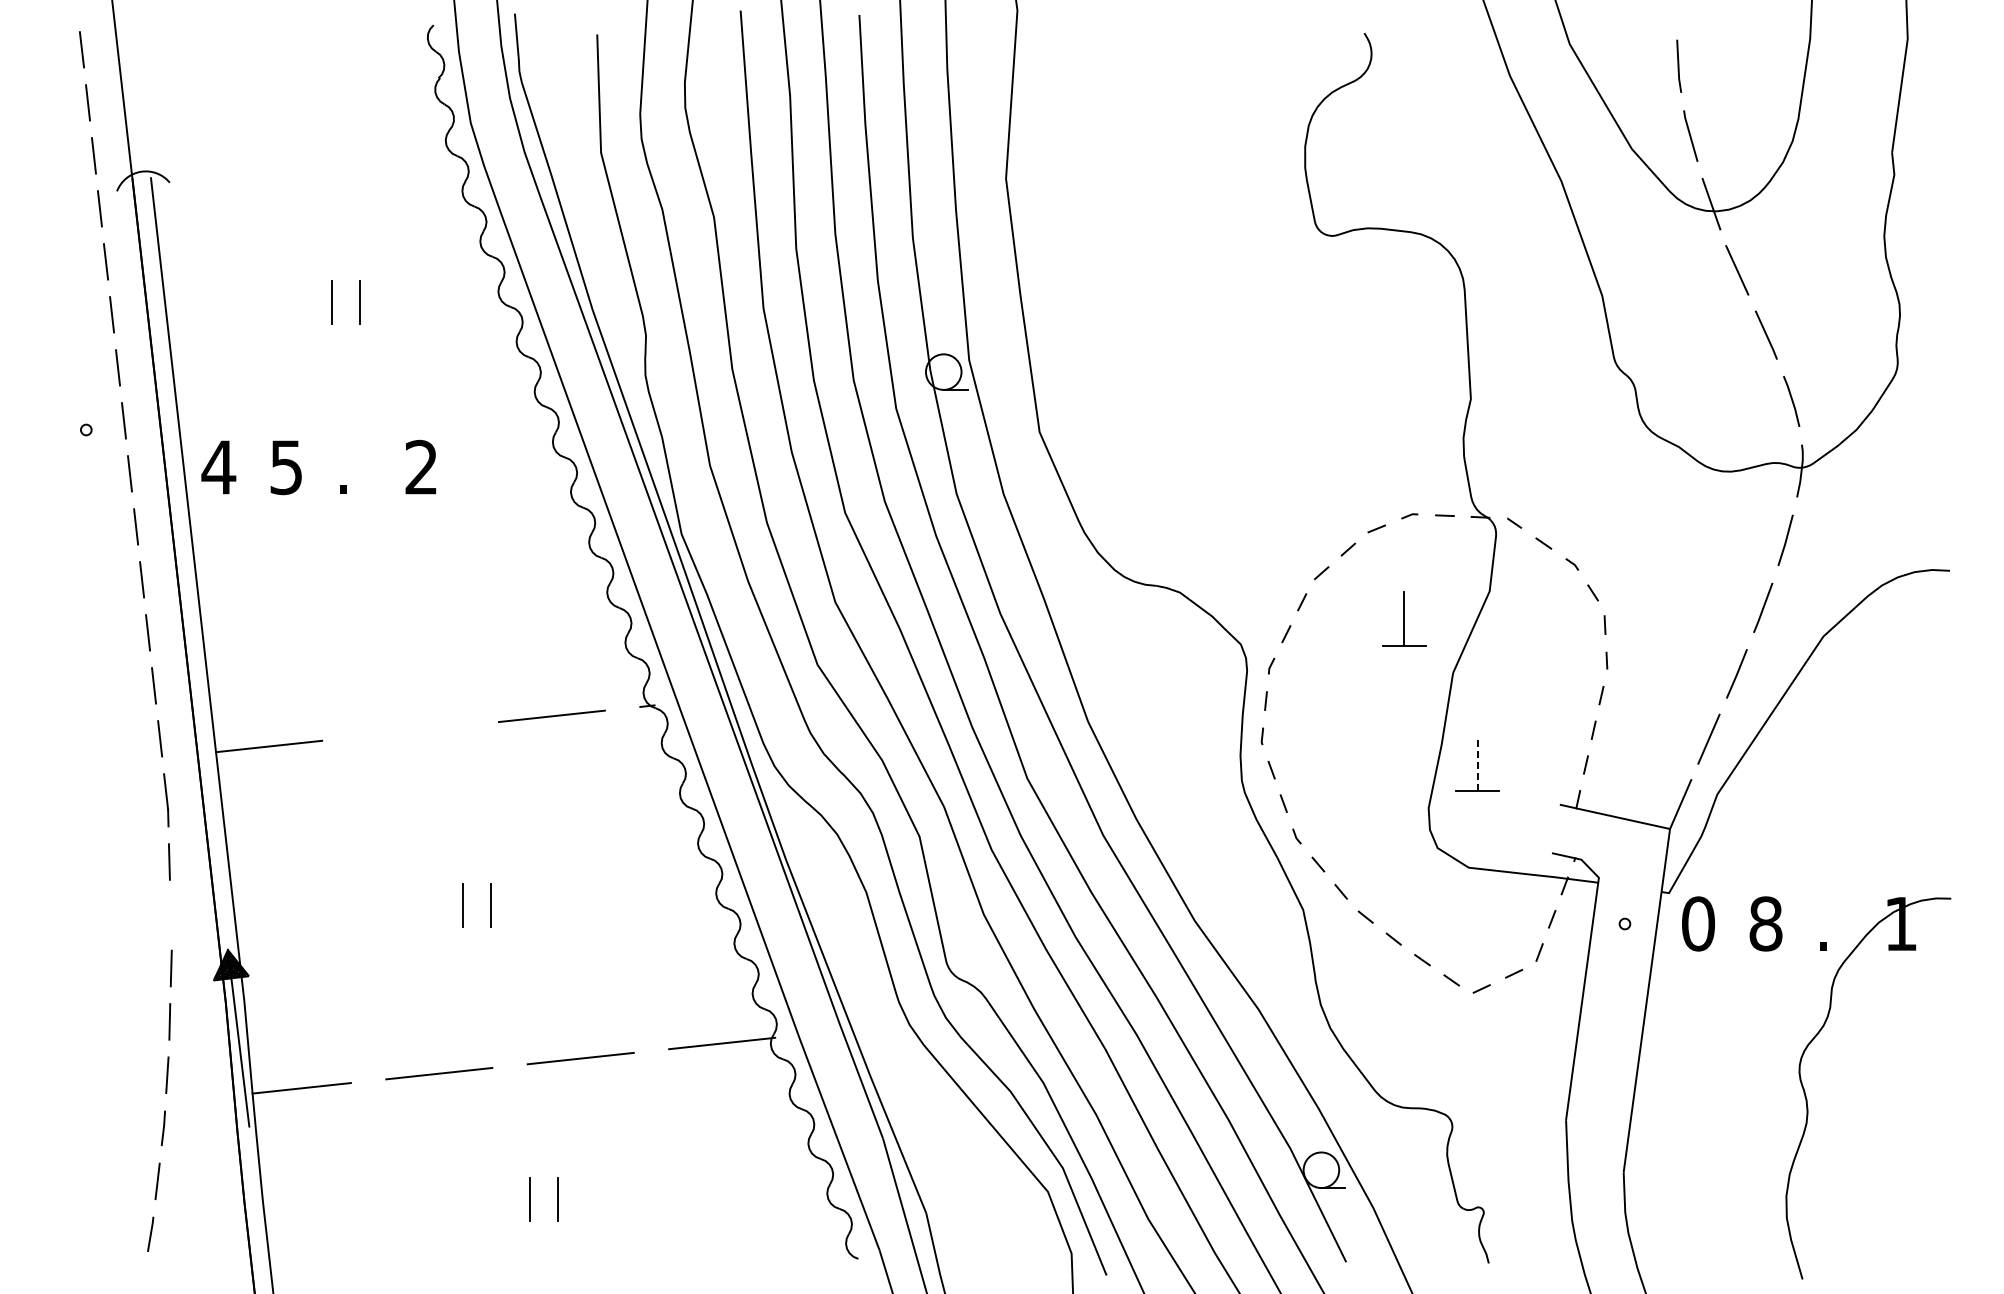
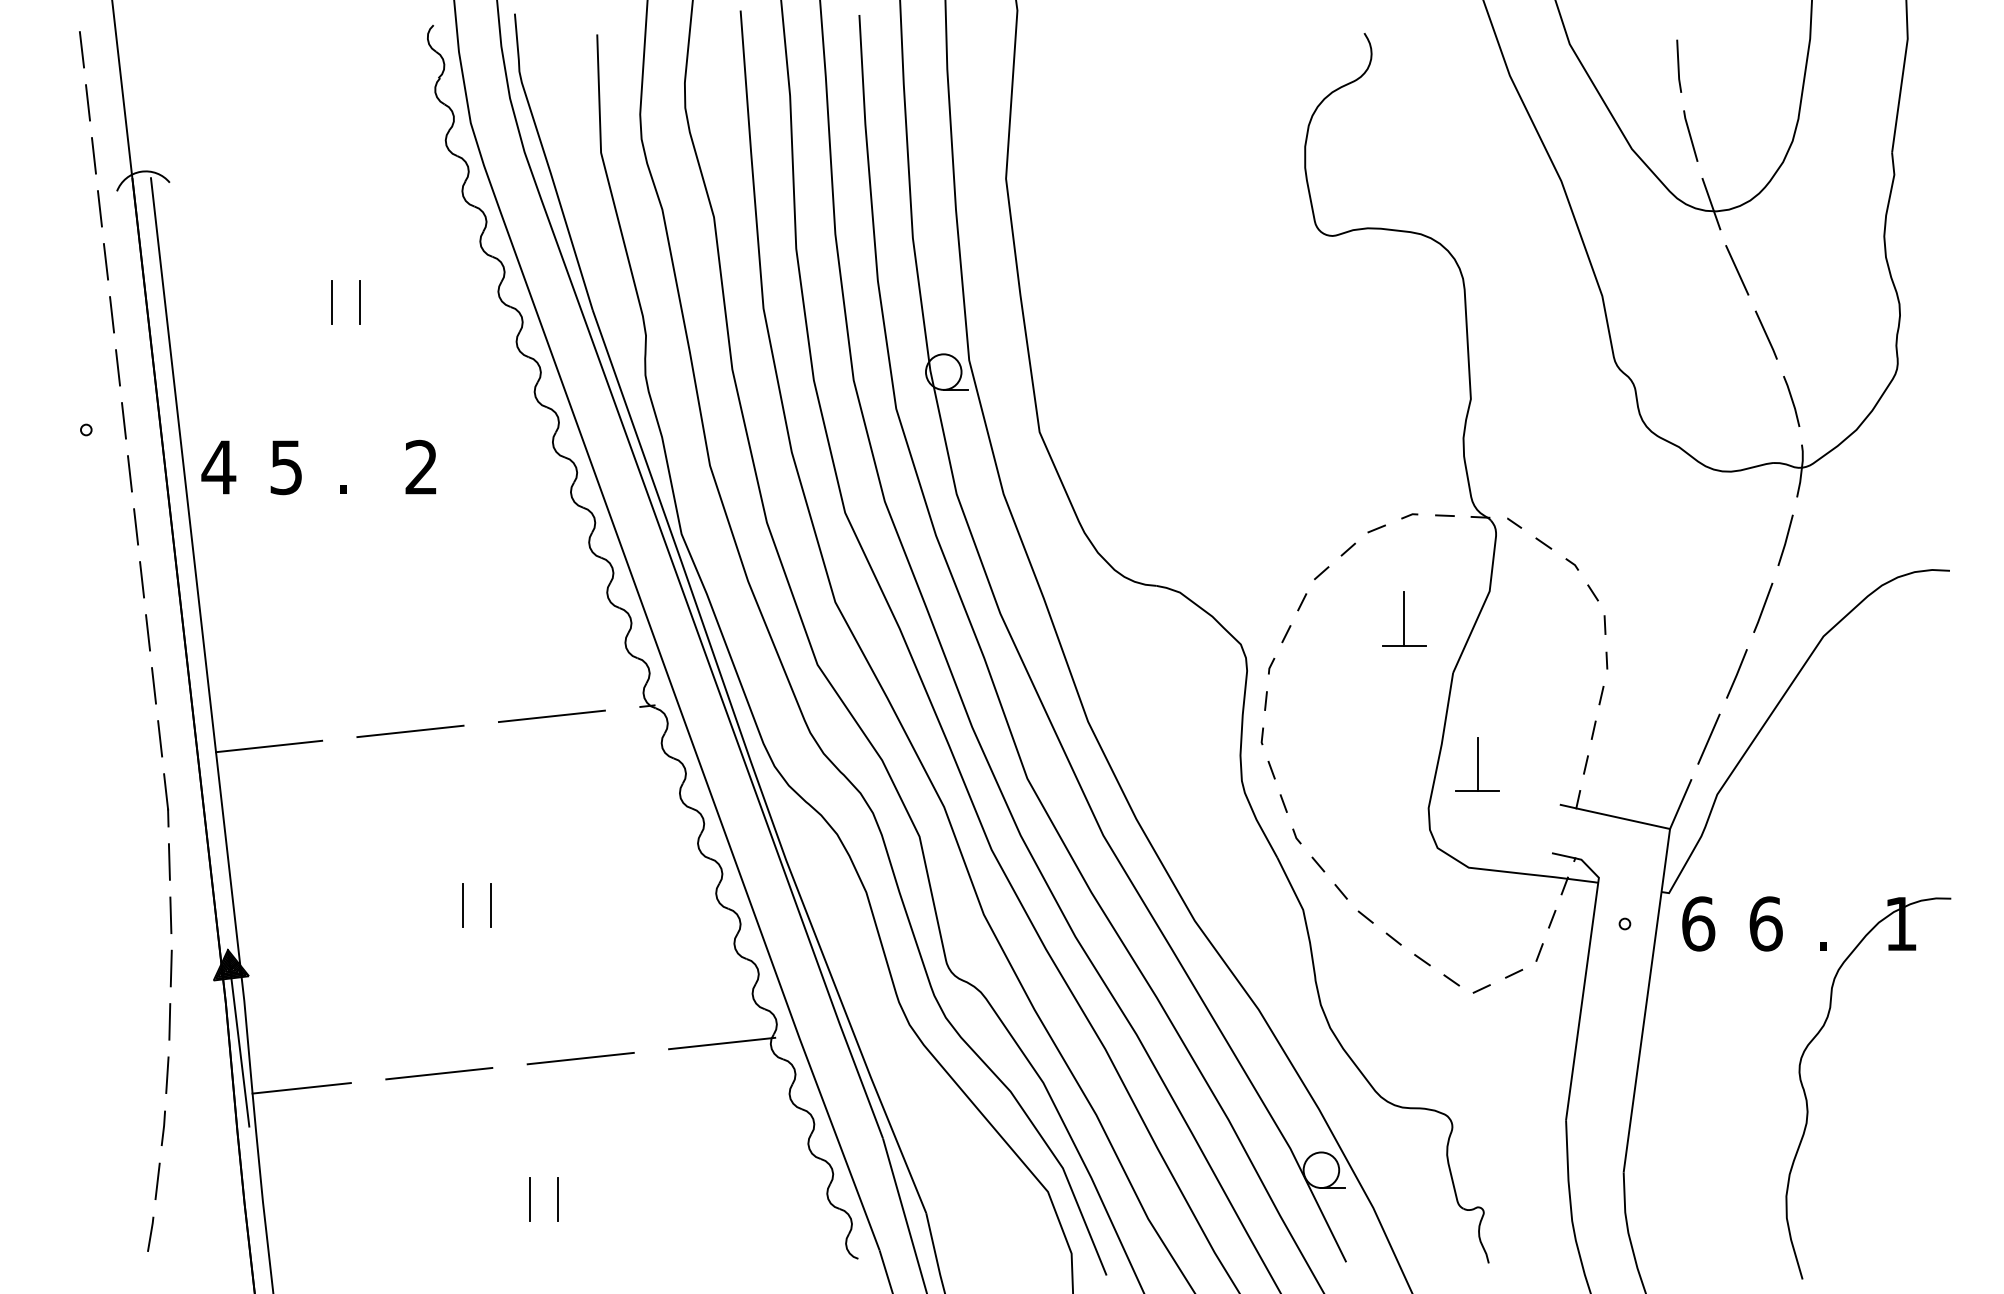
line at (410, 730): none -> present
line at (1477, 764): dashed -> solid
line at (170, 915): none -> present
text at (1698, 923): 0 -> 6
text at (1765, 923): 8 -> 6
